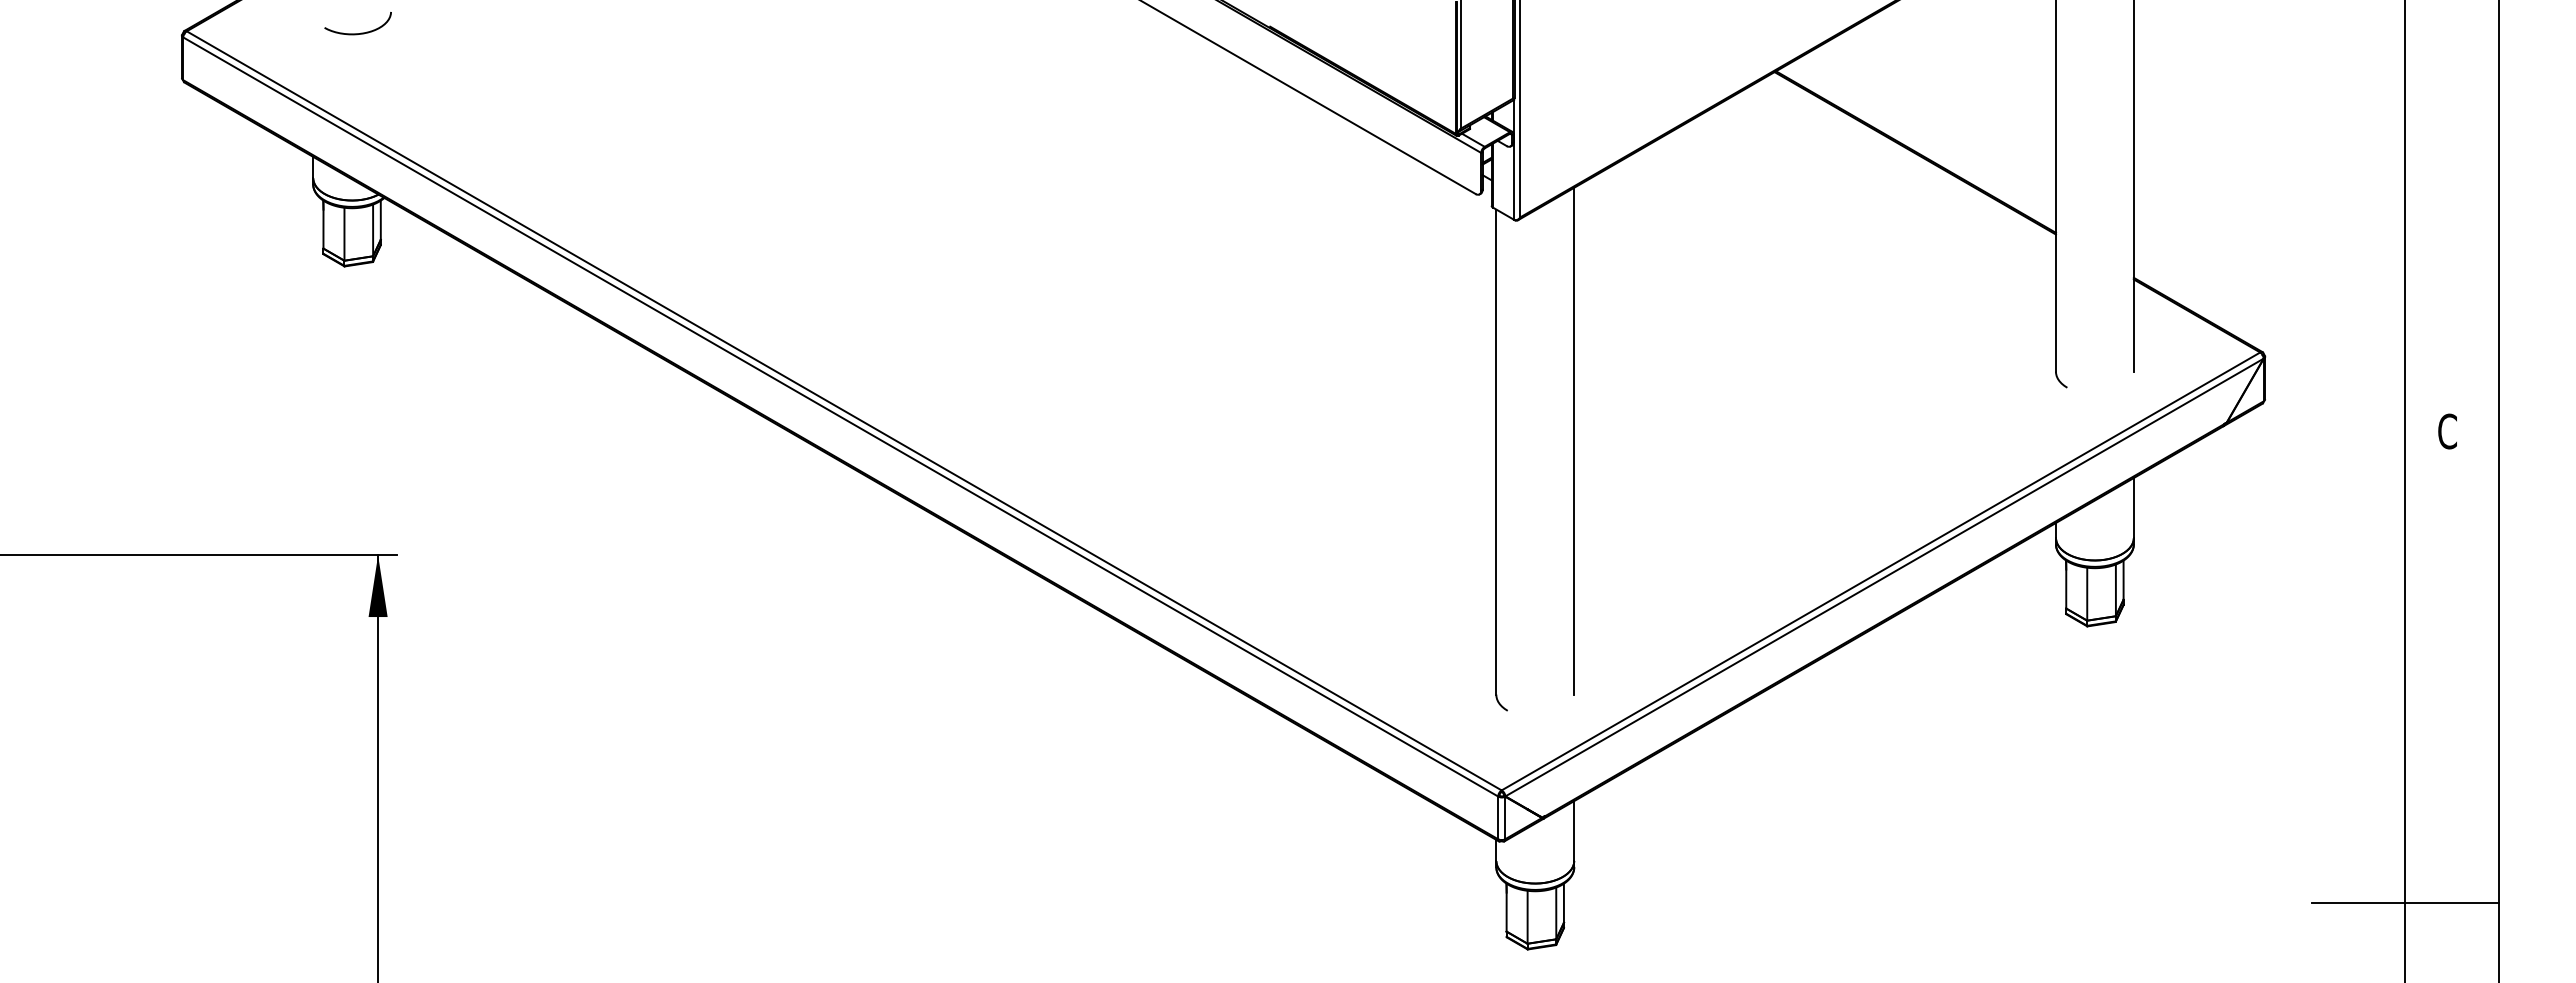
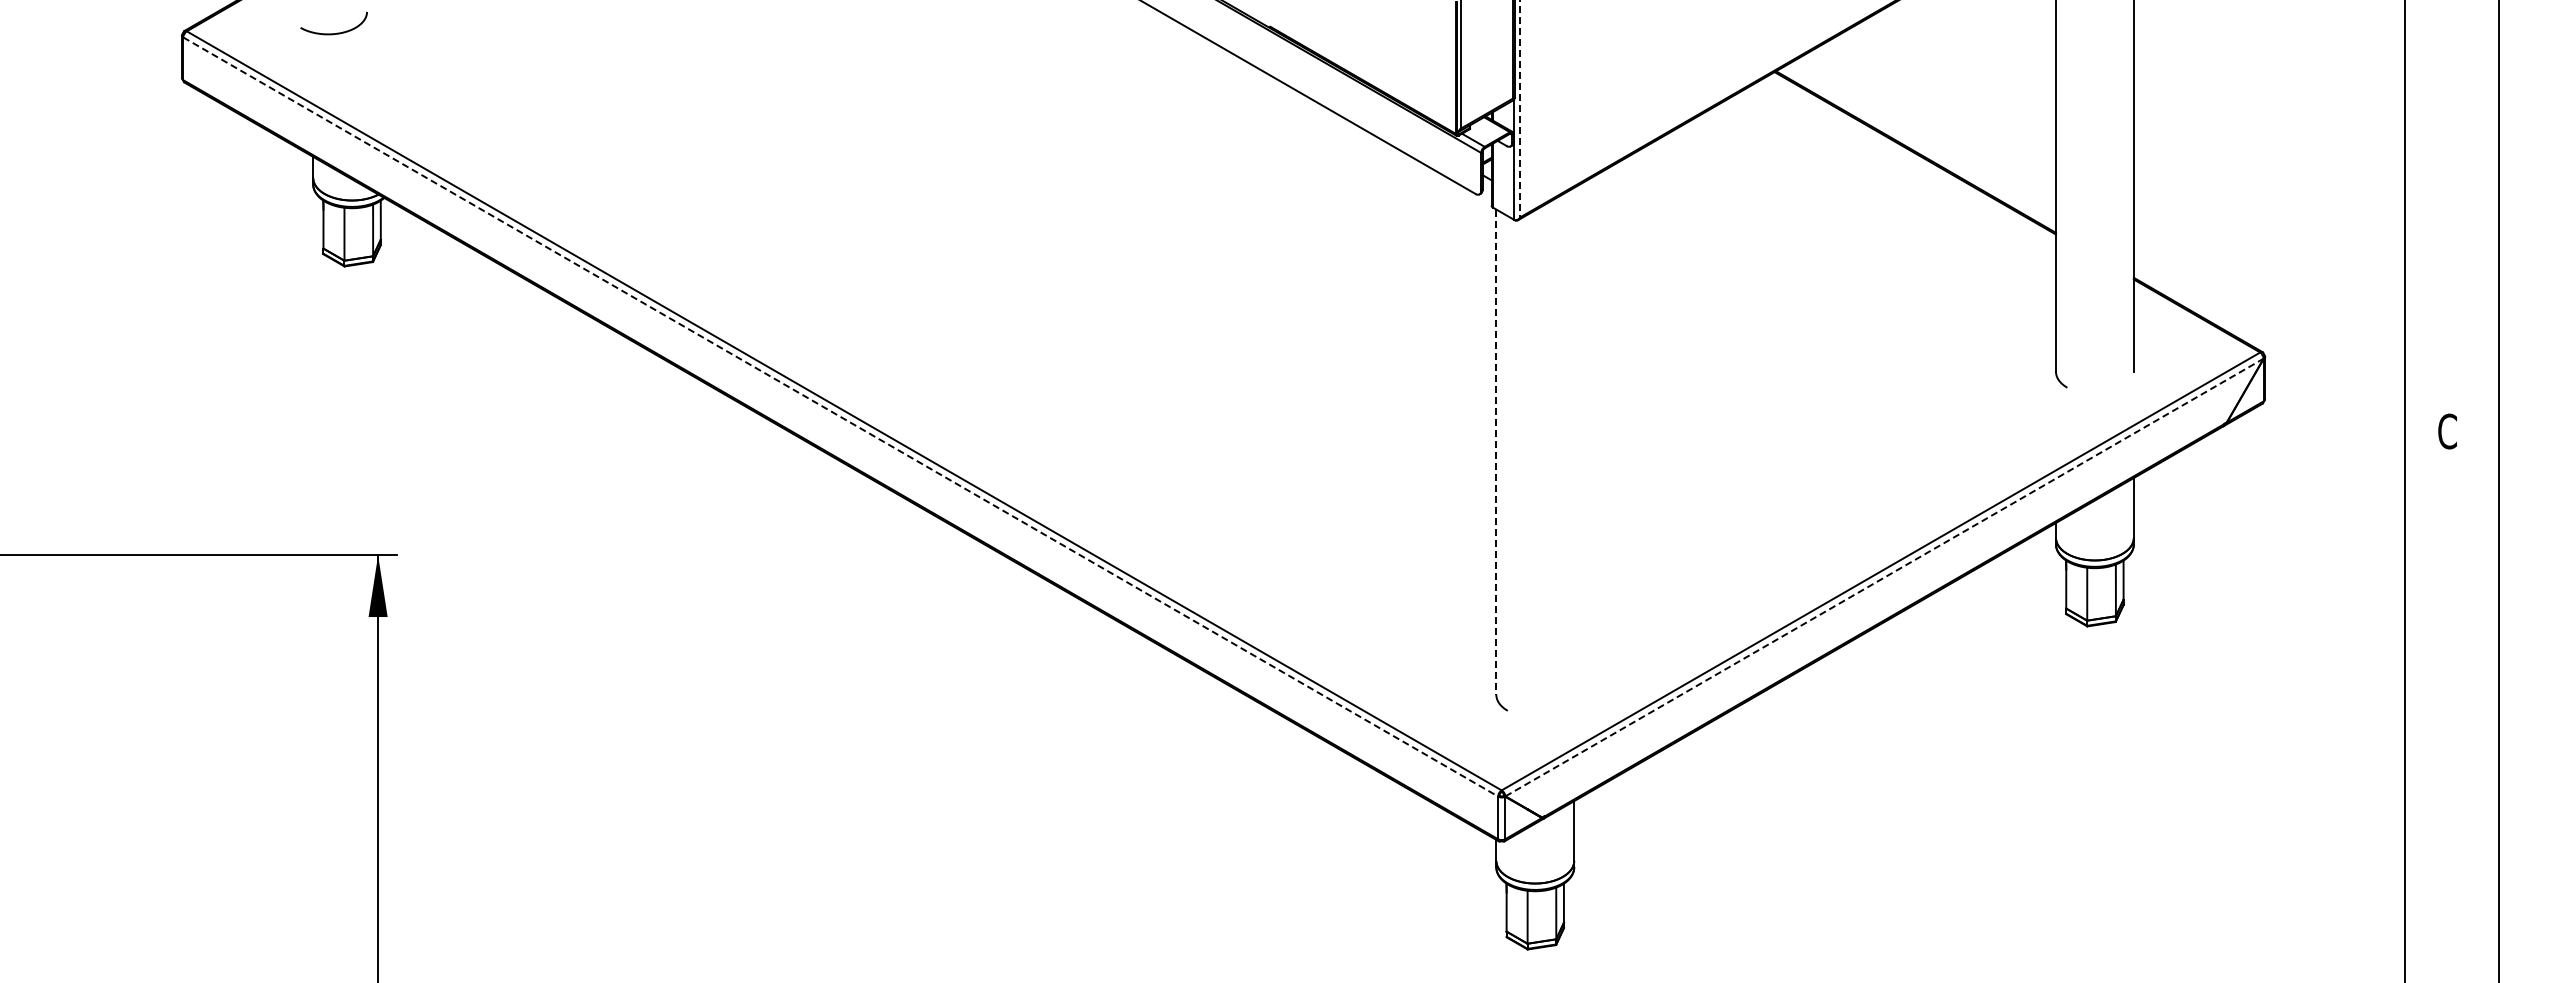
curve at (360, 32) position: (360, 32) -> (336, 32)
line at (1520, 109): solid -> dashed
line at (841, 417): solid -> dashed
line at (1574, 440): present -> none
line at (1496, 452): solid -> dashed
line at (1884, 577): solid -> dashed
line at (2404, 903): present -> none
